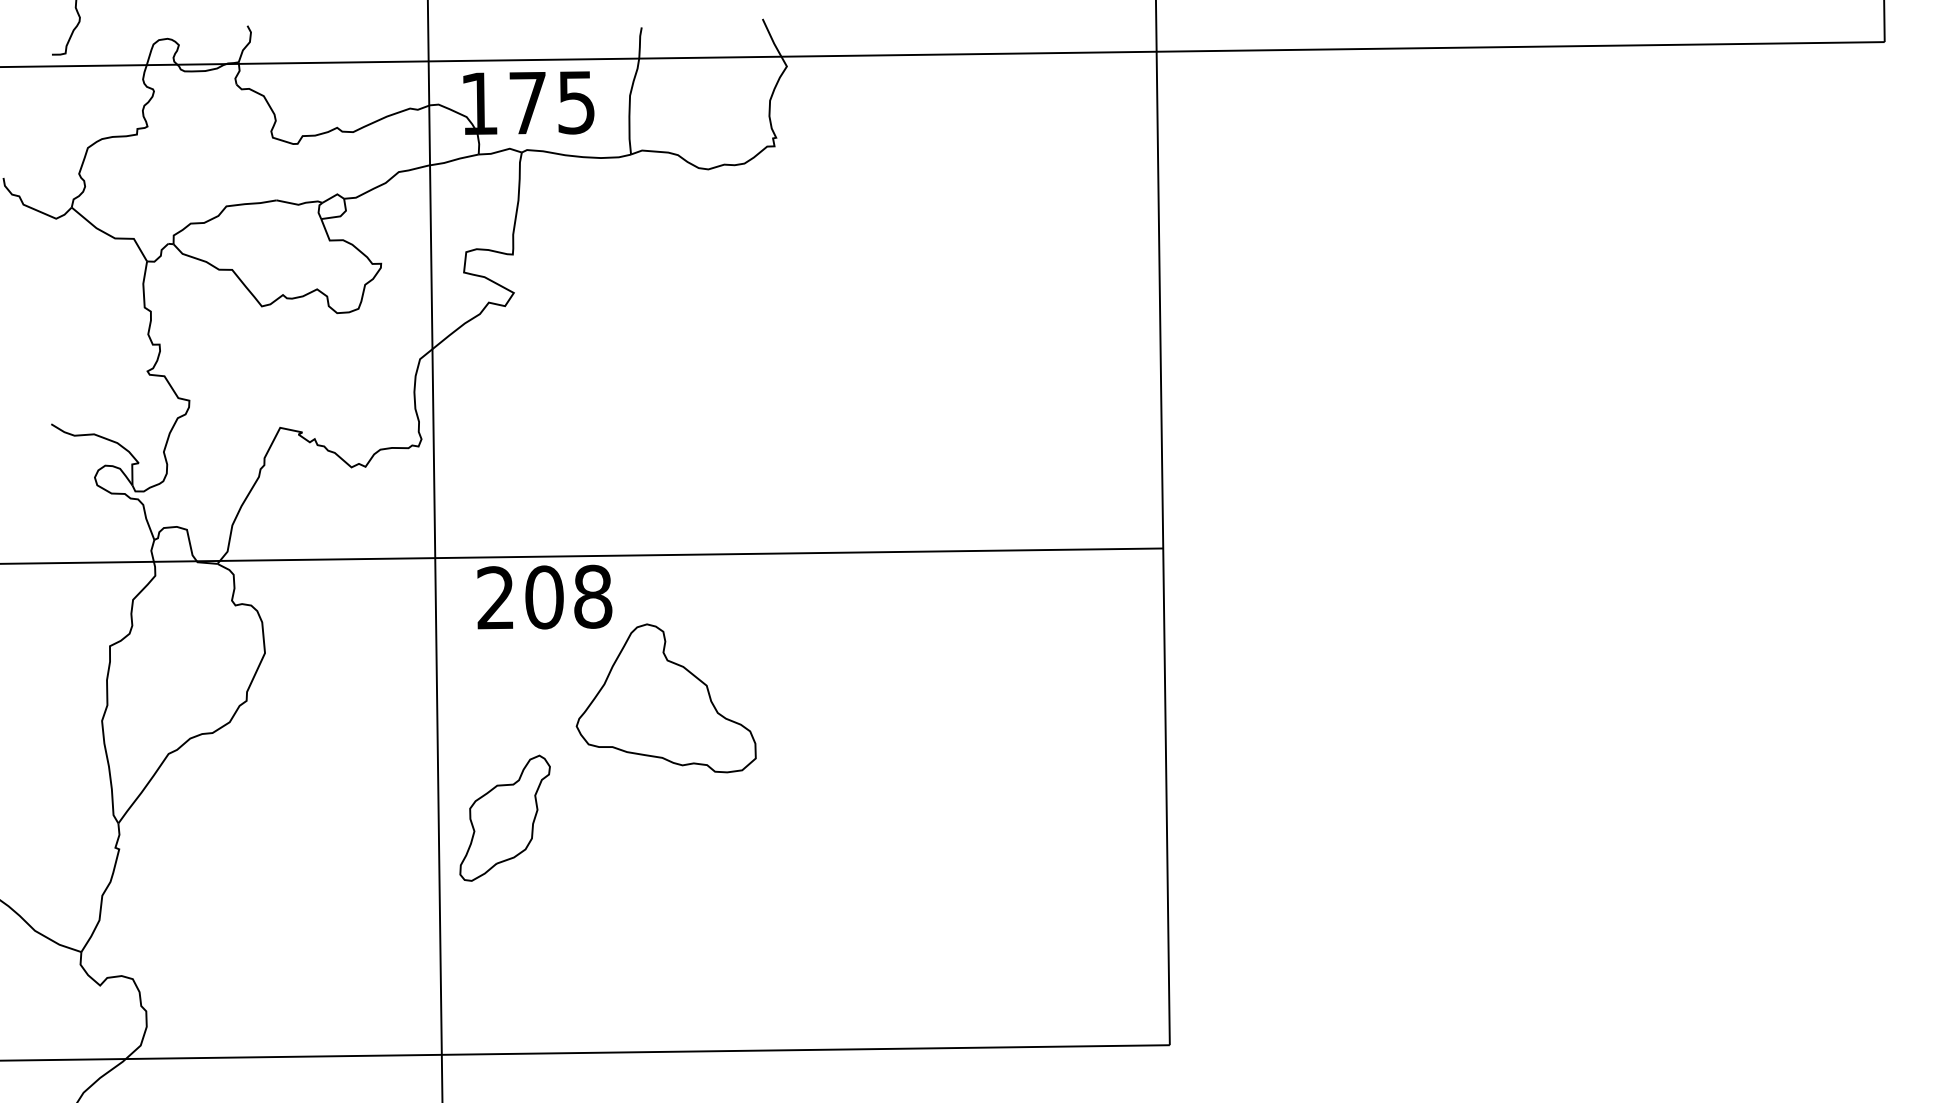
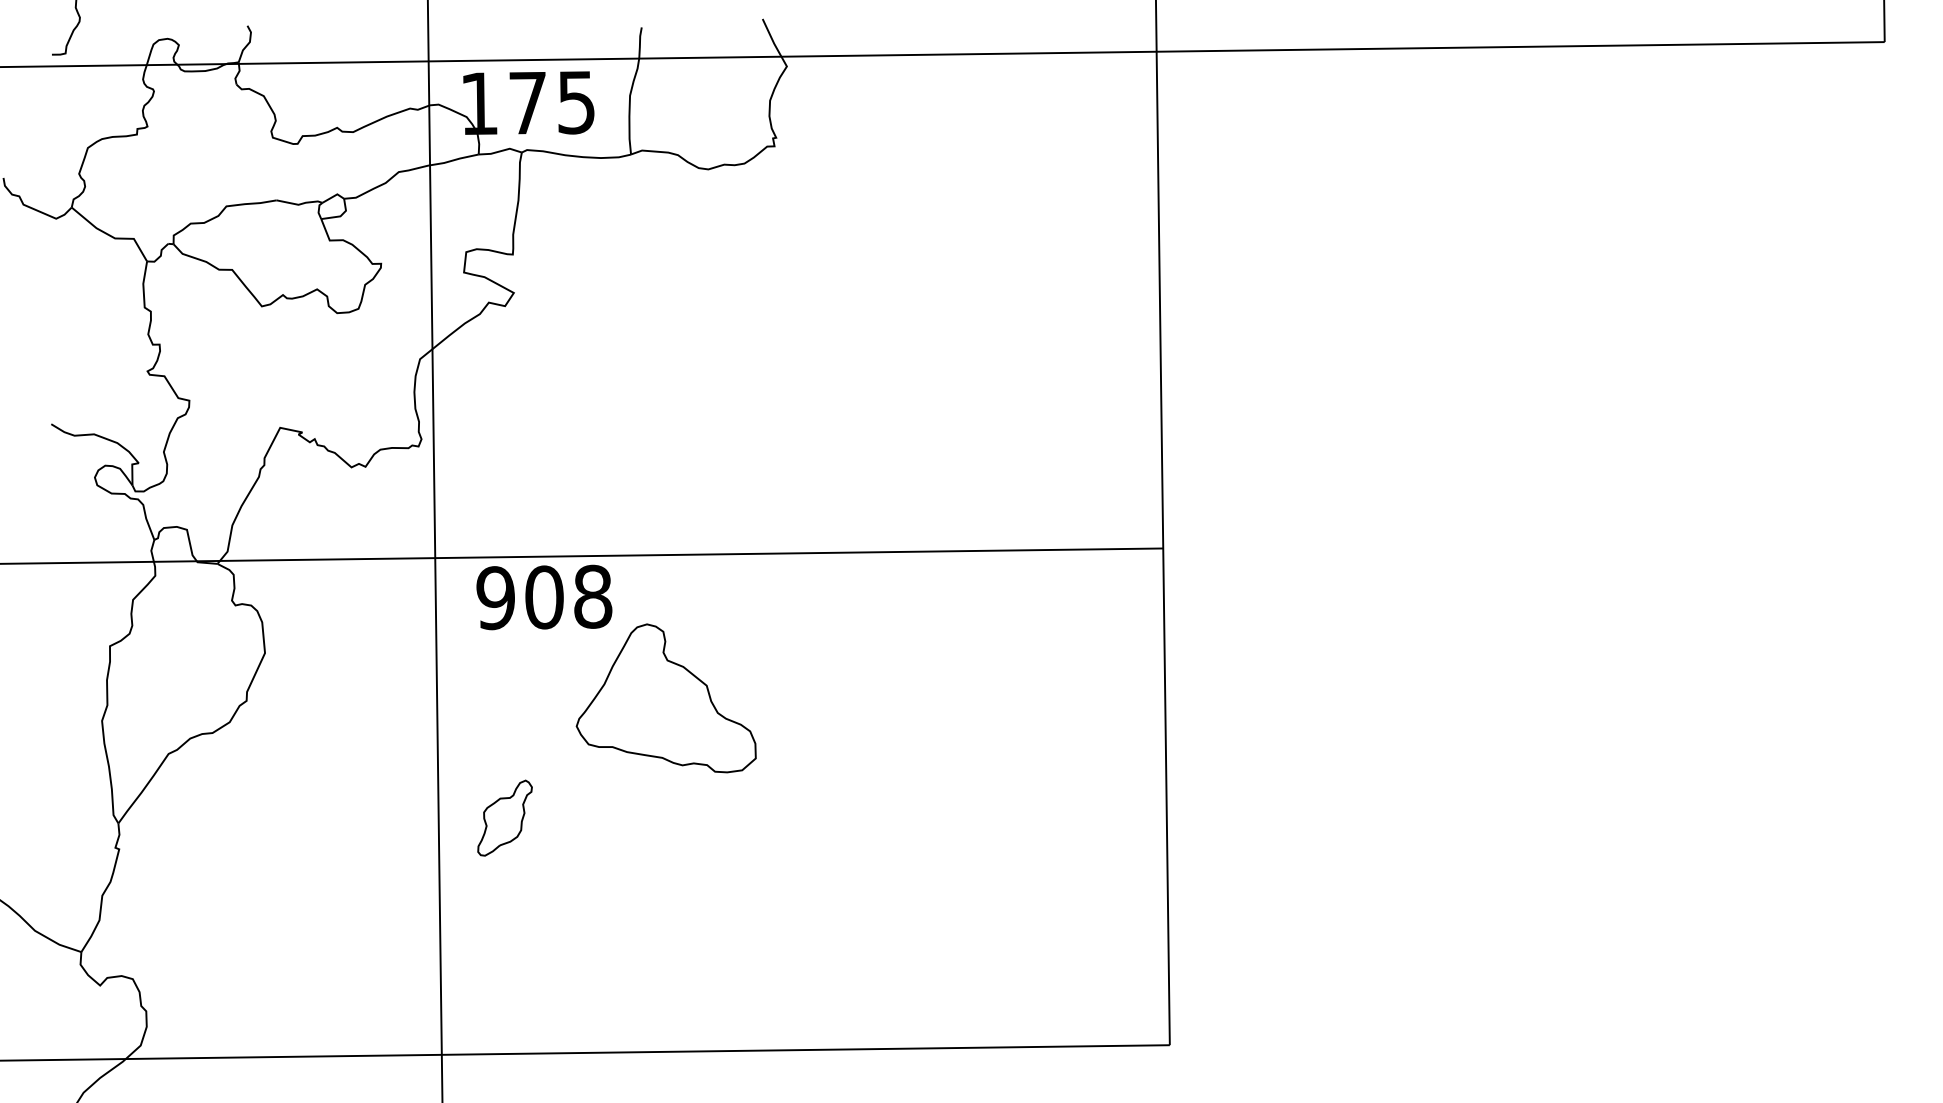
text at (495, 598): 208 -> 908
part at (504, 817) size: 92x128 px -> 56x78 px
